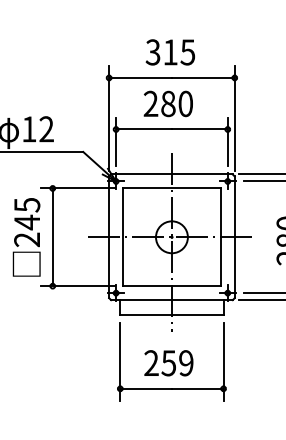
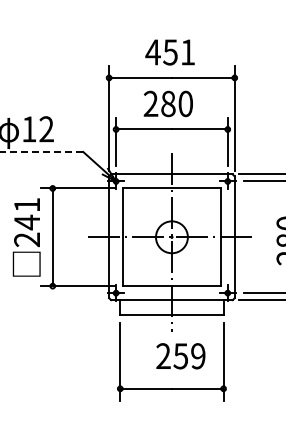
text at (170, 52): 315 -> 451
line at (42, 151): solid -> dashed
text at (27, 205): 245 -> 241
text at (168, 363) position: (168, 363) -> (180, 356)
